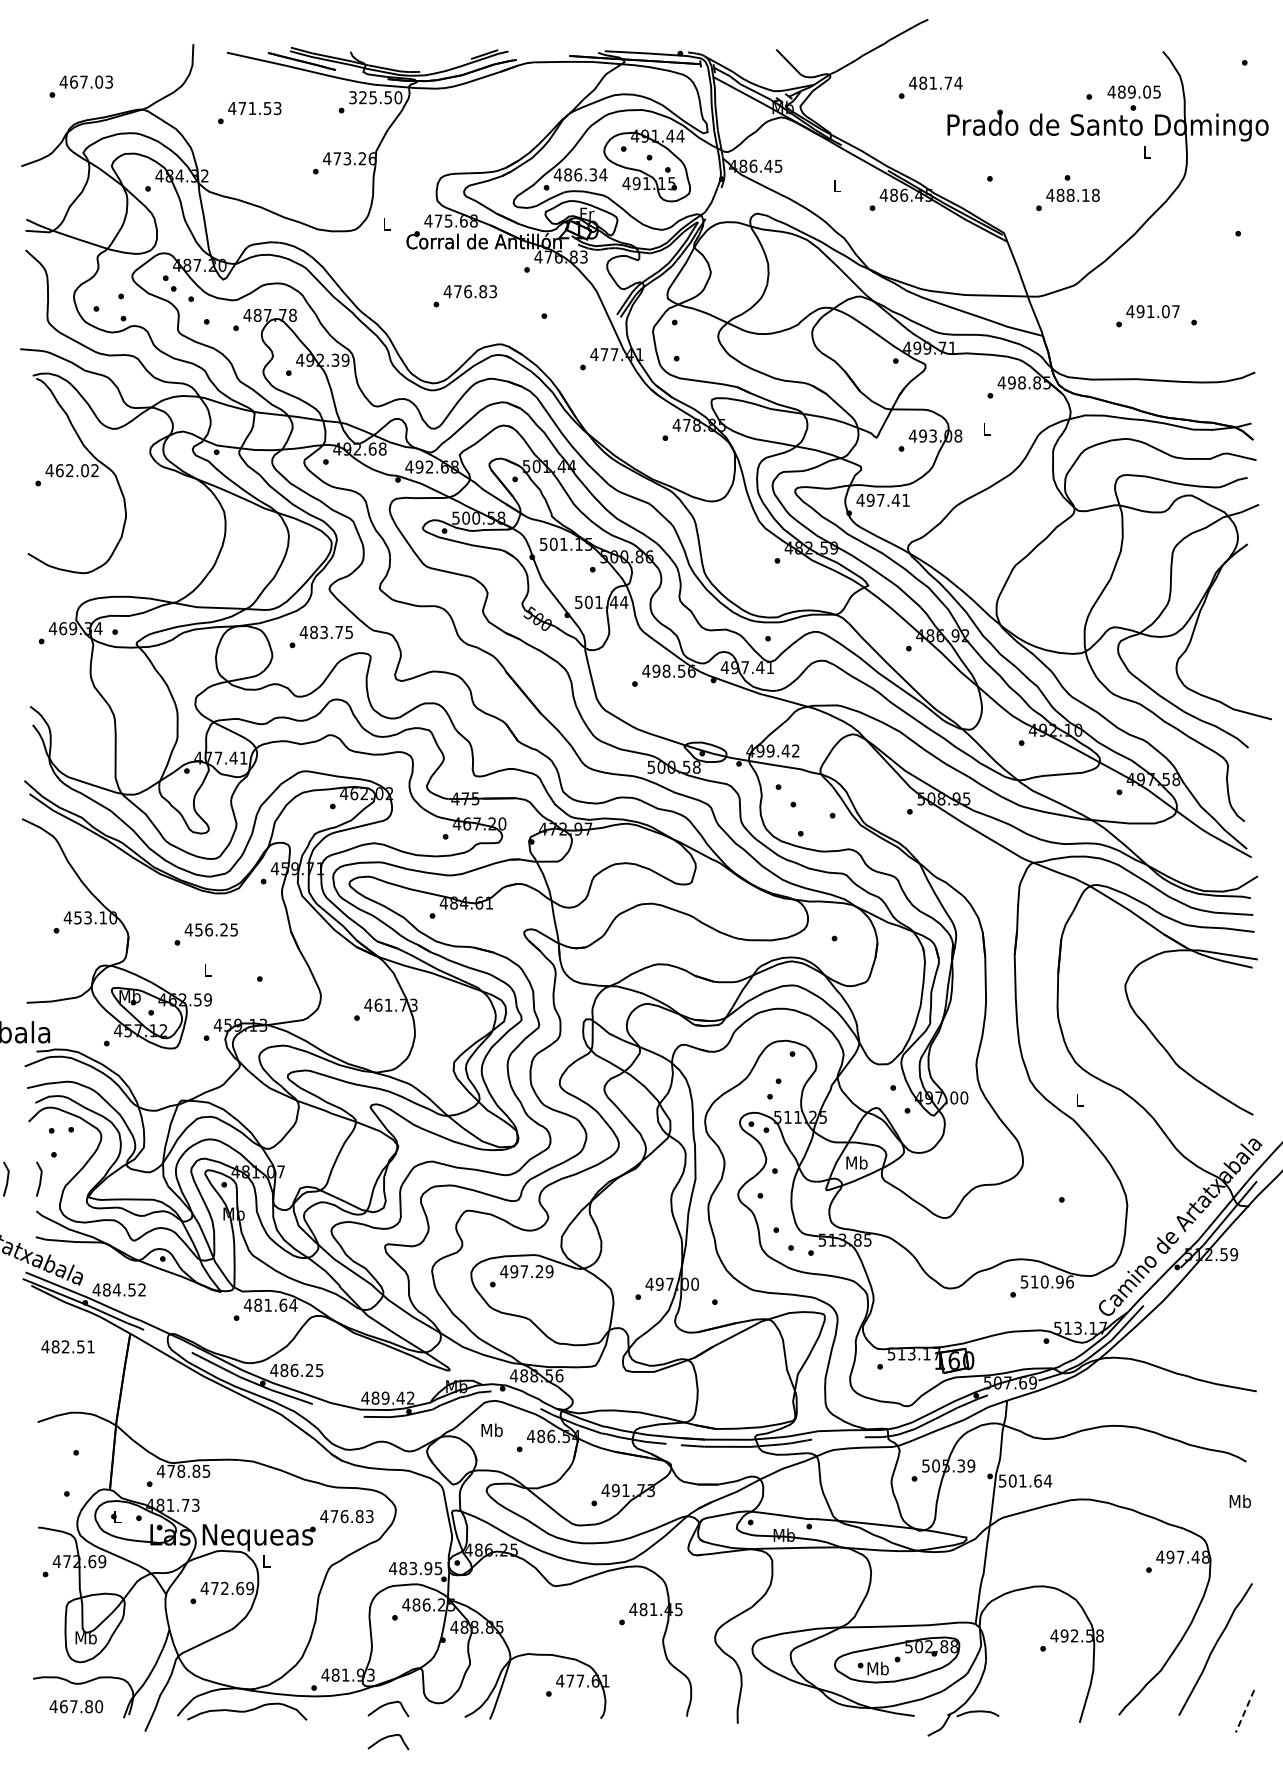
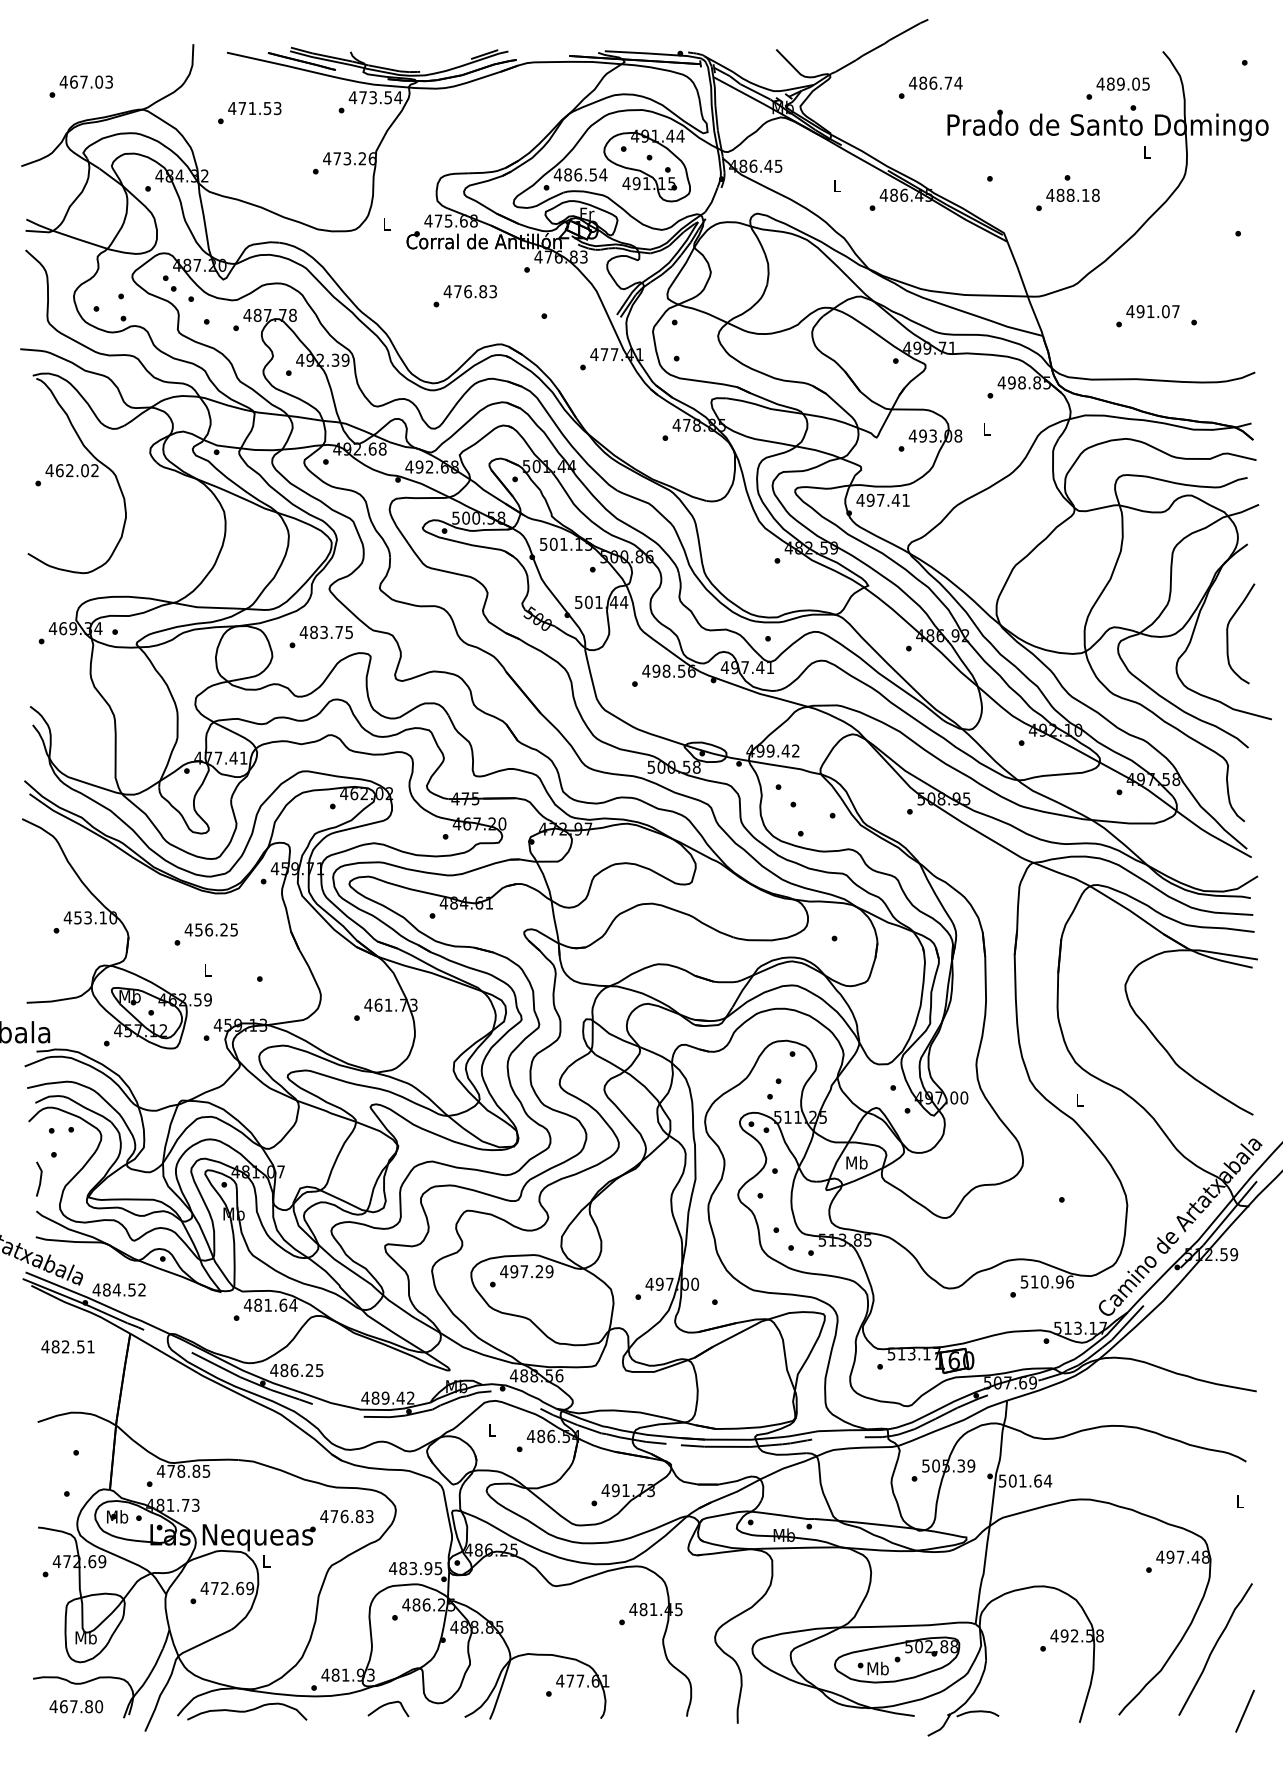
text at (933, 82): 481.74 -> 486.74
text at (1133, 91) position: (1133, 91) -> (1122, 83)
text at (375, 97): 325.50 -> 473.54
text at (593, 174): 486.34 -> 486.54
curve at (1228, 633): none -> present
line at (6, 1178): present -> none
text at (491, 1429): Mb -> L
text at (1239, 1501): Mb -> L
text at (117, 1516): L -> Mb
line at (1244, 1711): dashed -> solid
curve at (386, 1738): present -> none
